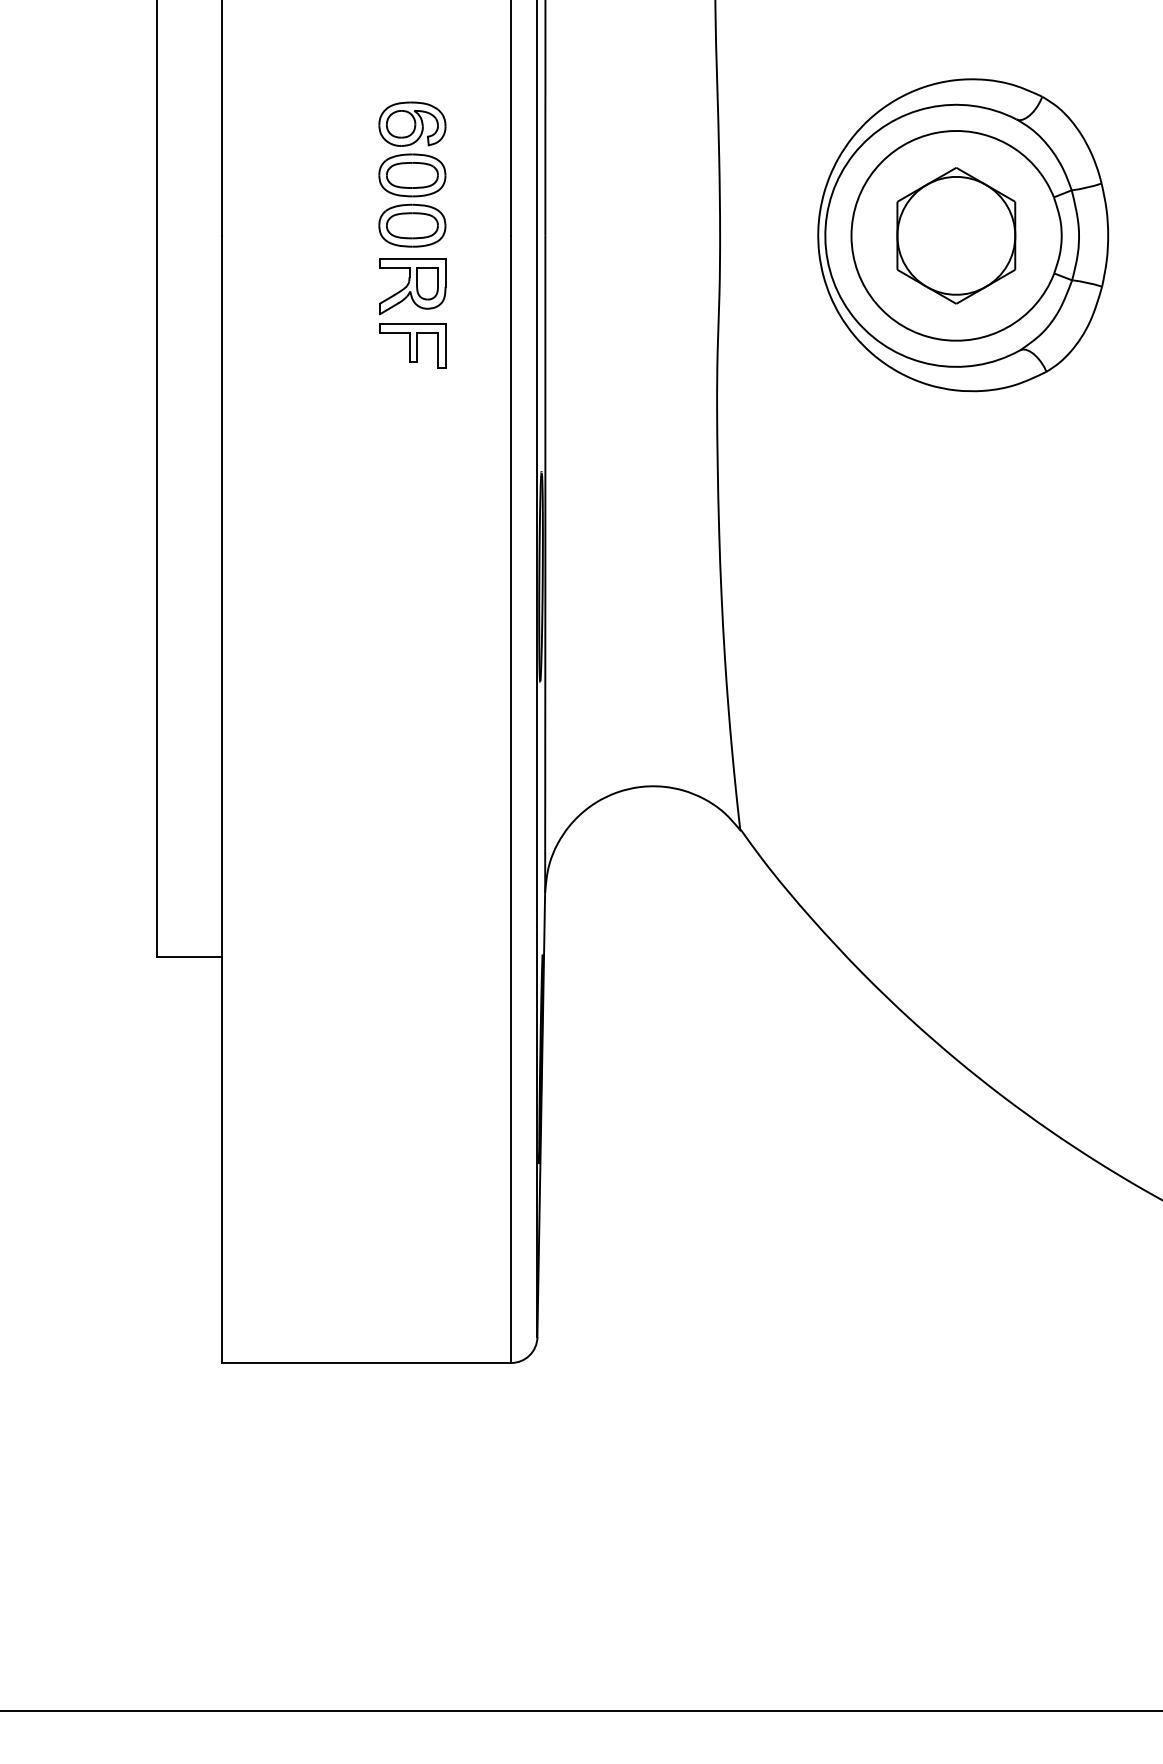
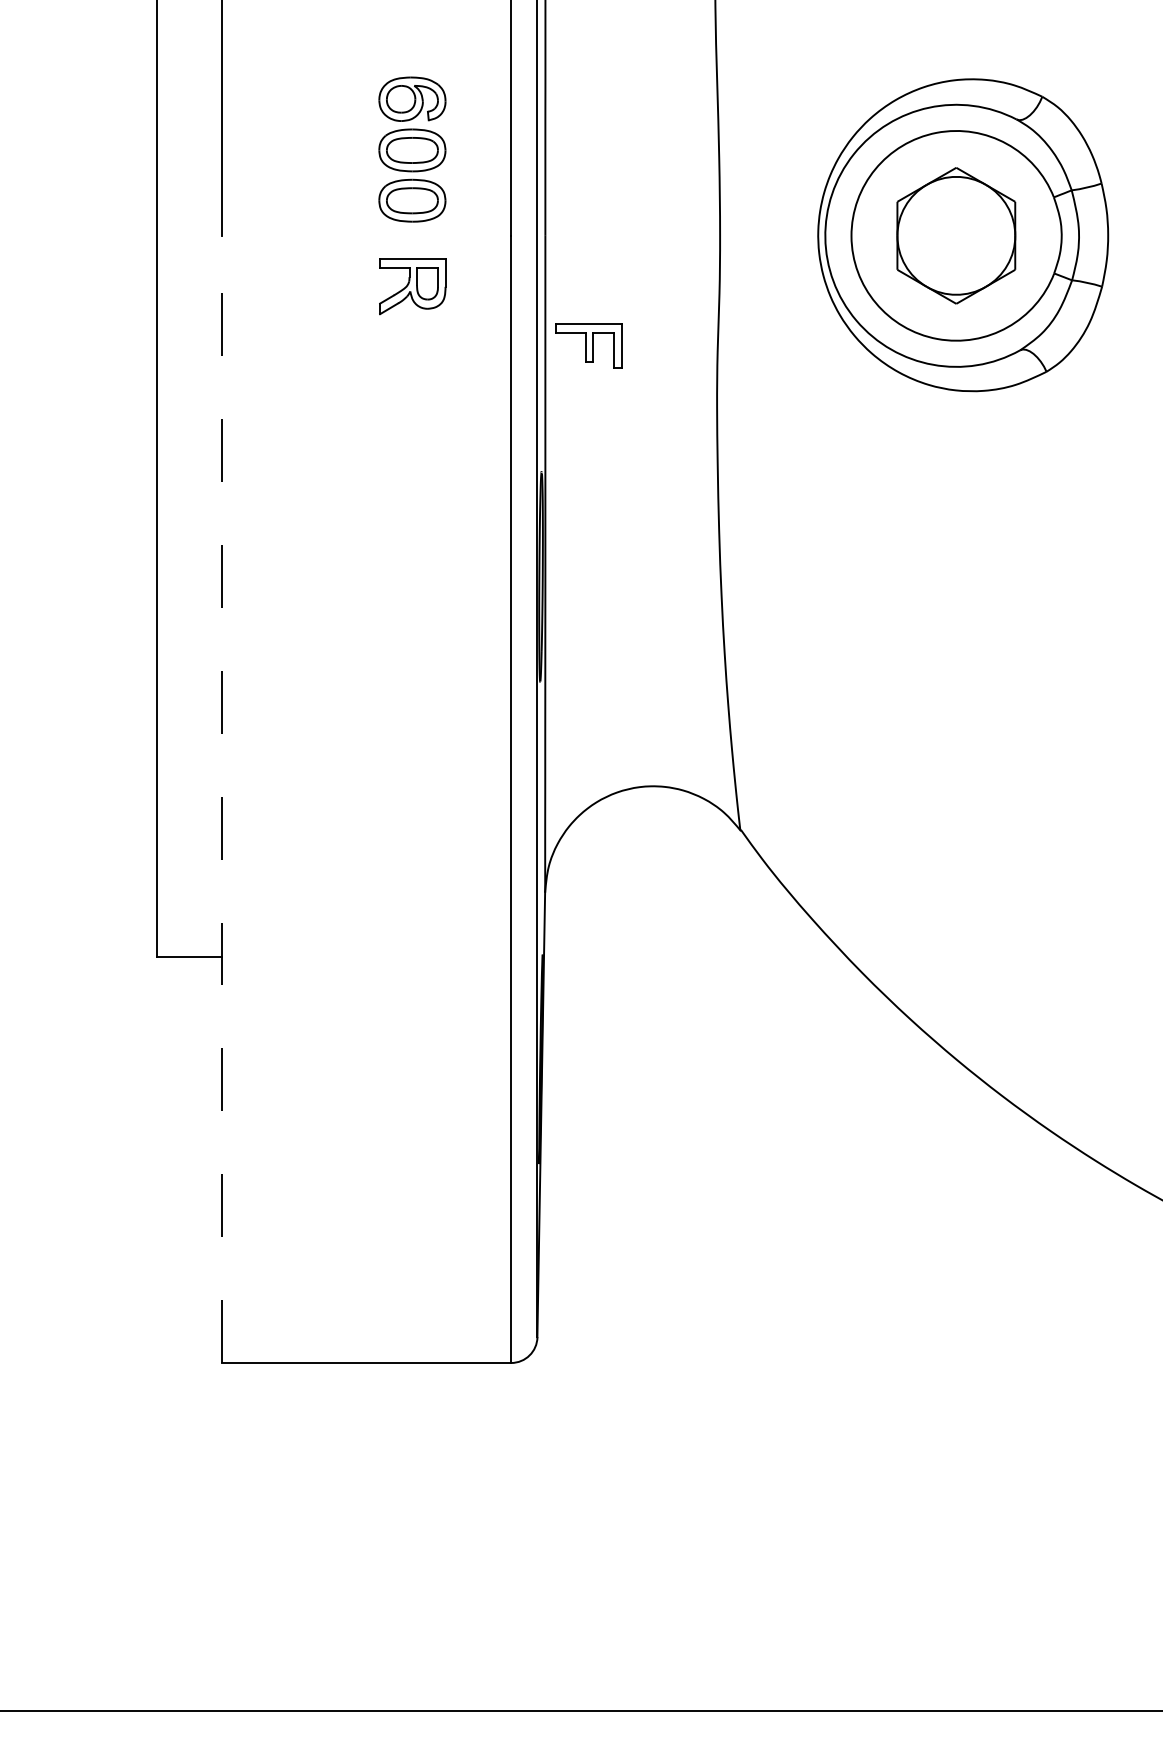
part at (412, 174) position: (412, 174) -> (412, 149)
part at (412, 345) position: (412, 345) -> (588, 345)
line at (222, 799): solid -> dashed
